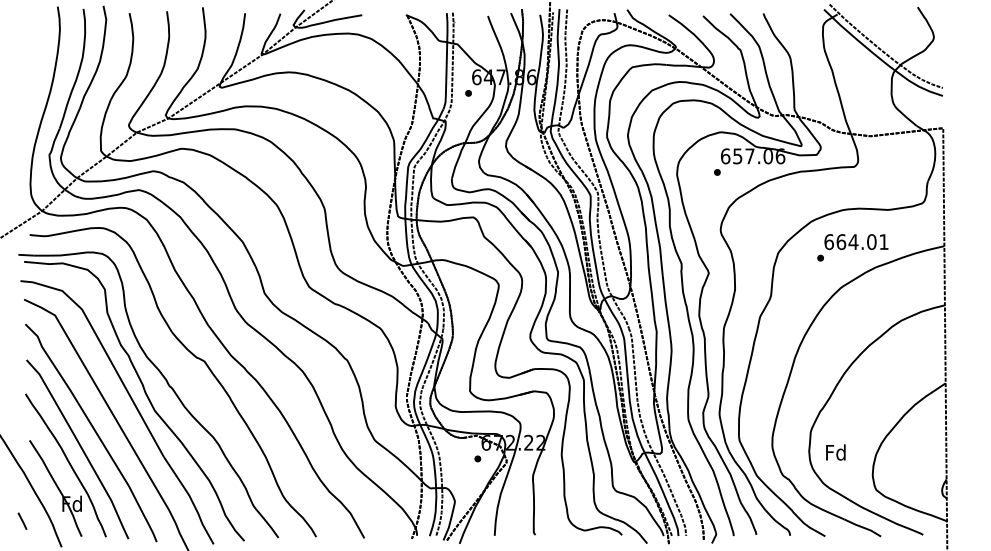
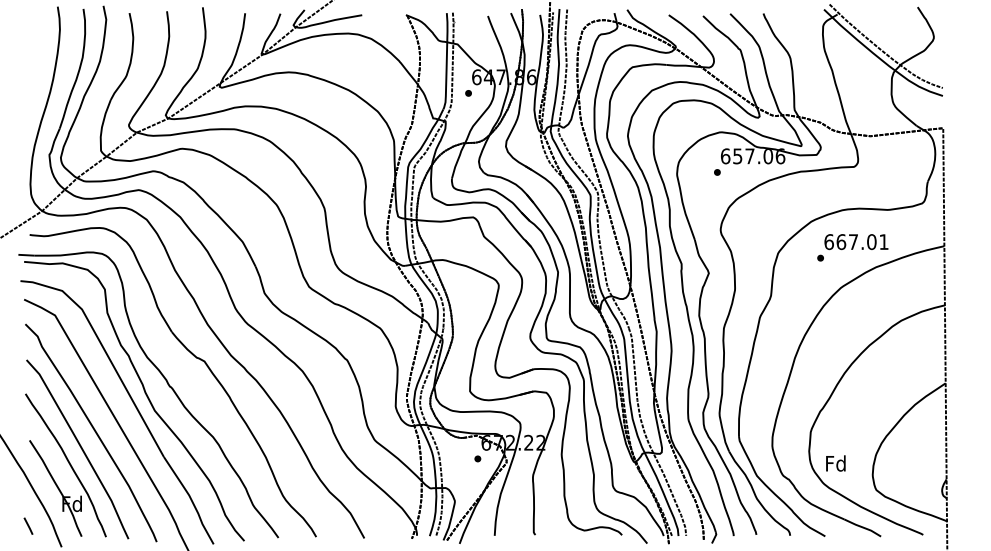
text at (853, 241): 664.01 -> 667.01
text at (835, 452) position: (835, 452) -> (835, 463)
line at (22, 520) position: (22, 520) -> (28, 525)
